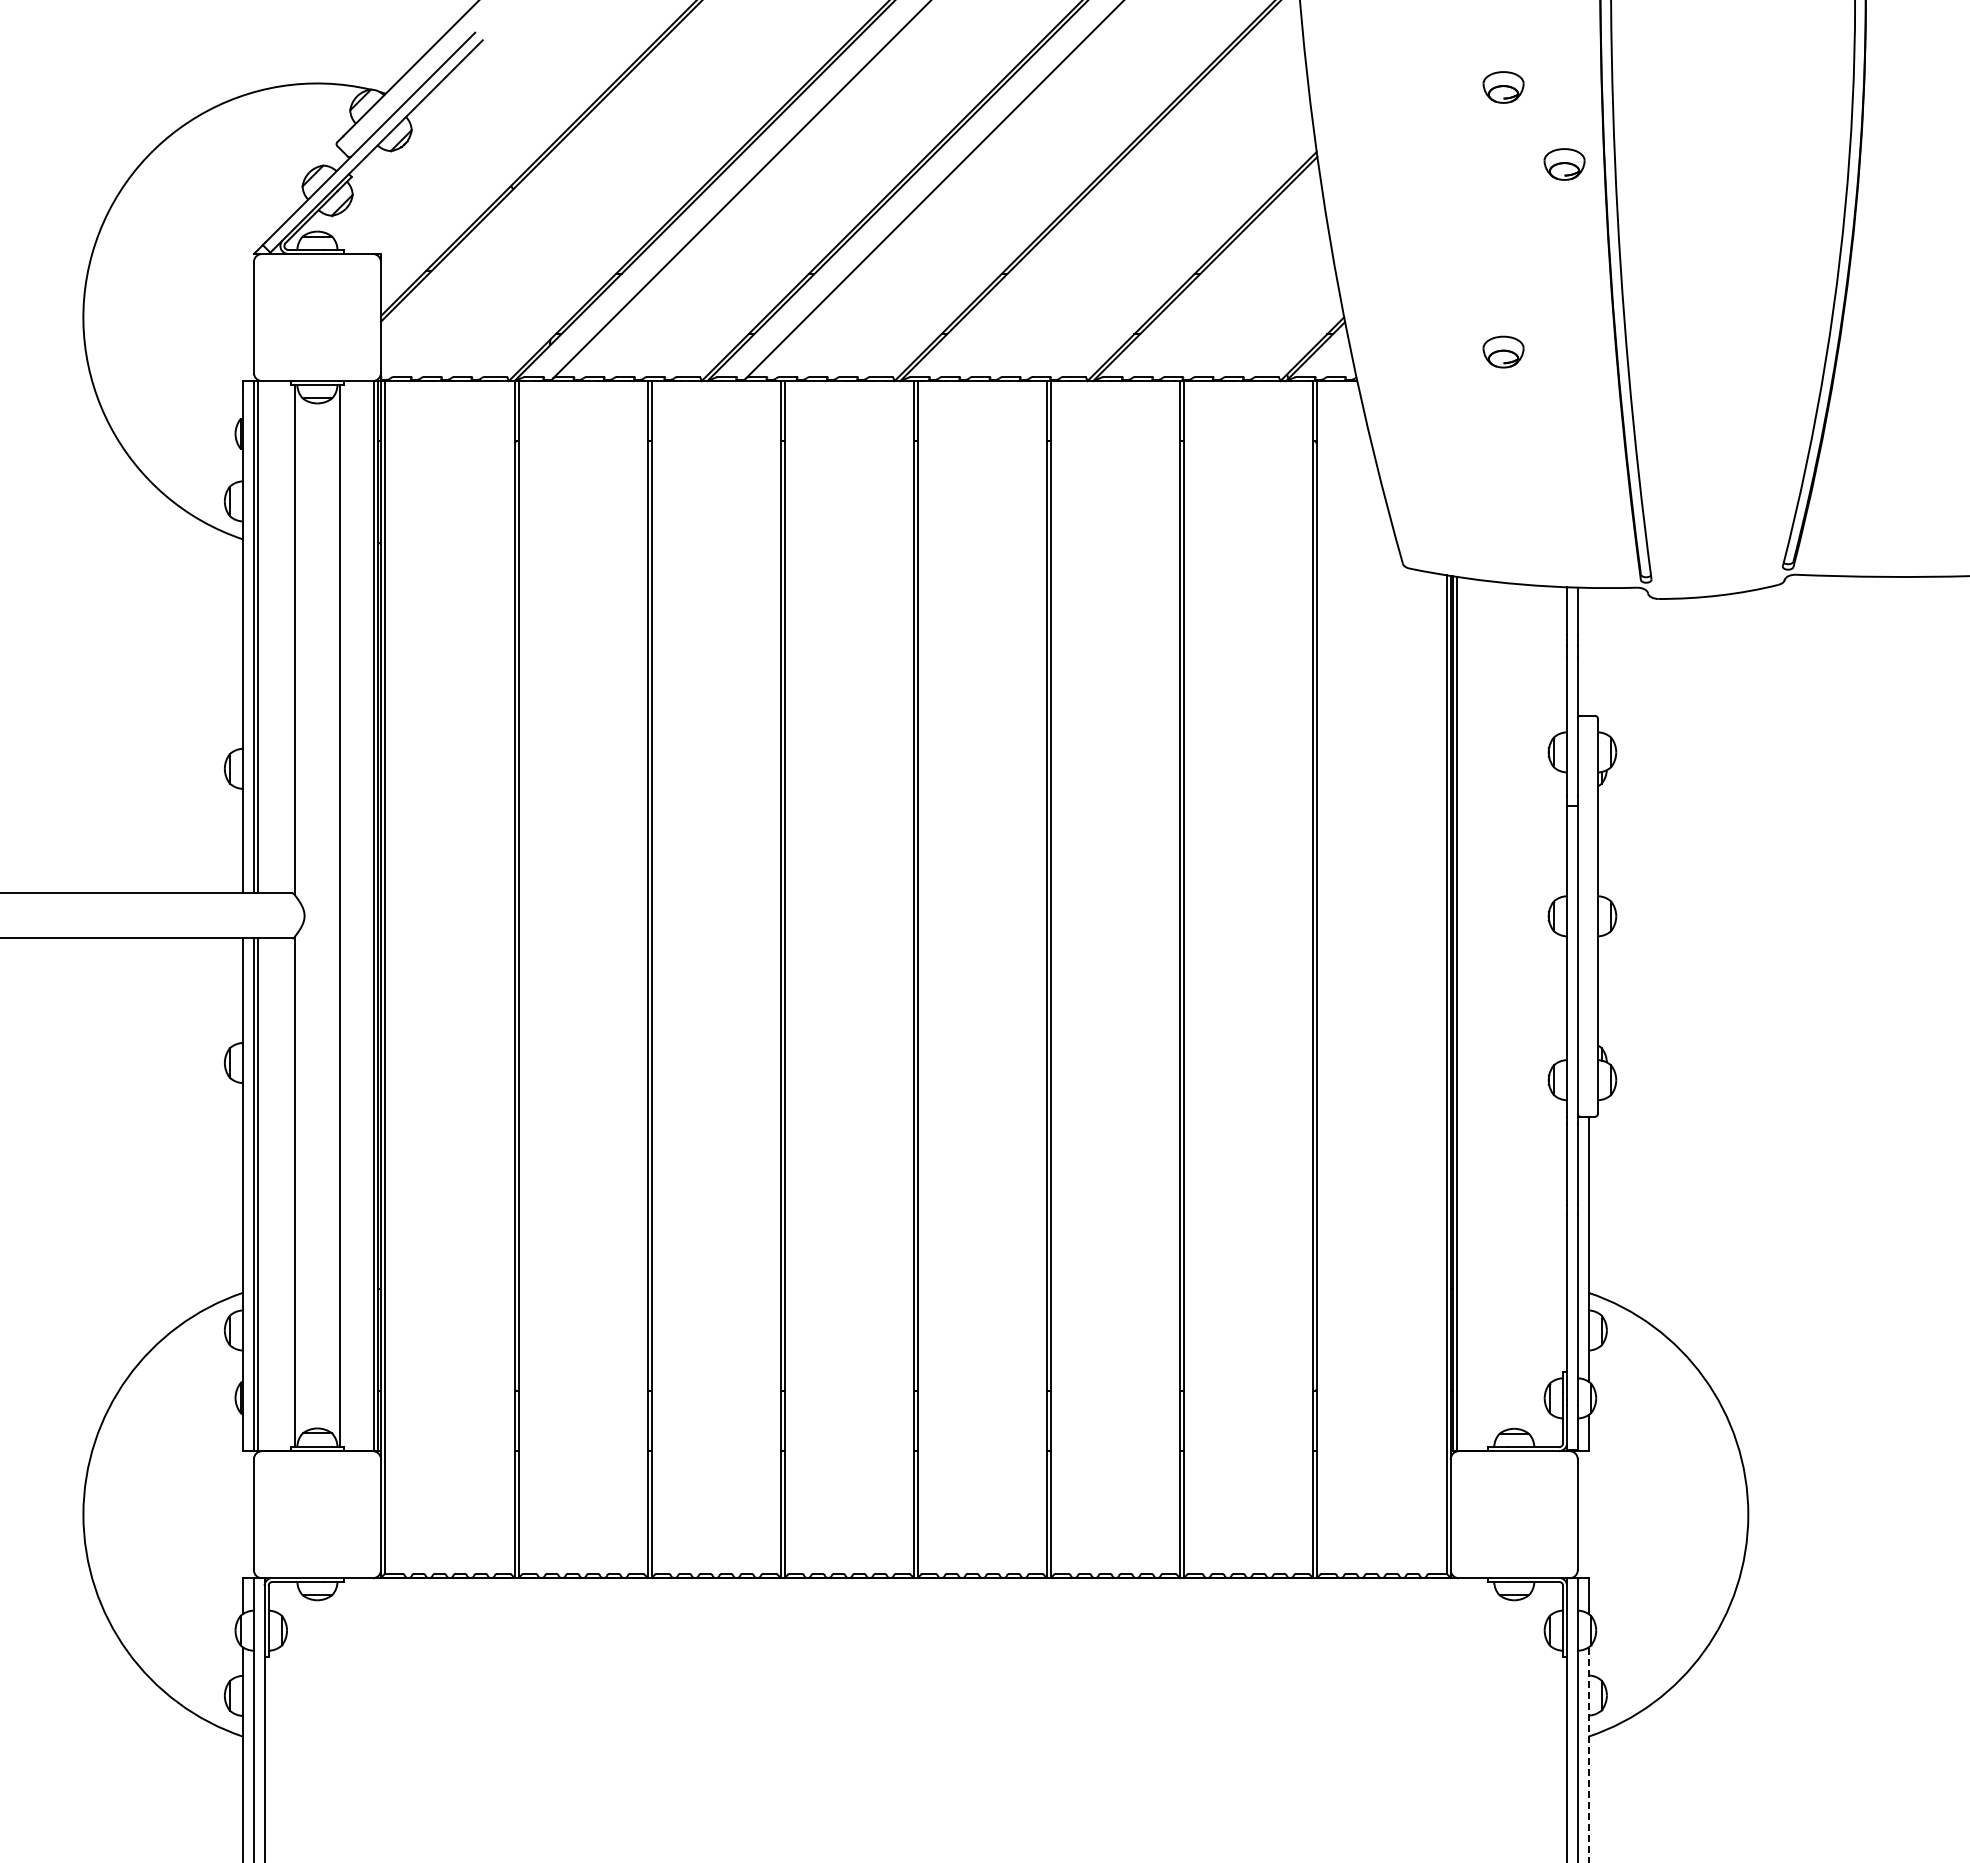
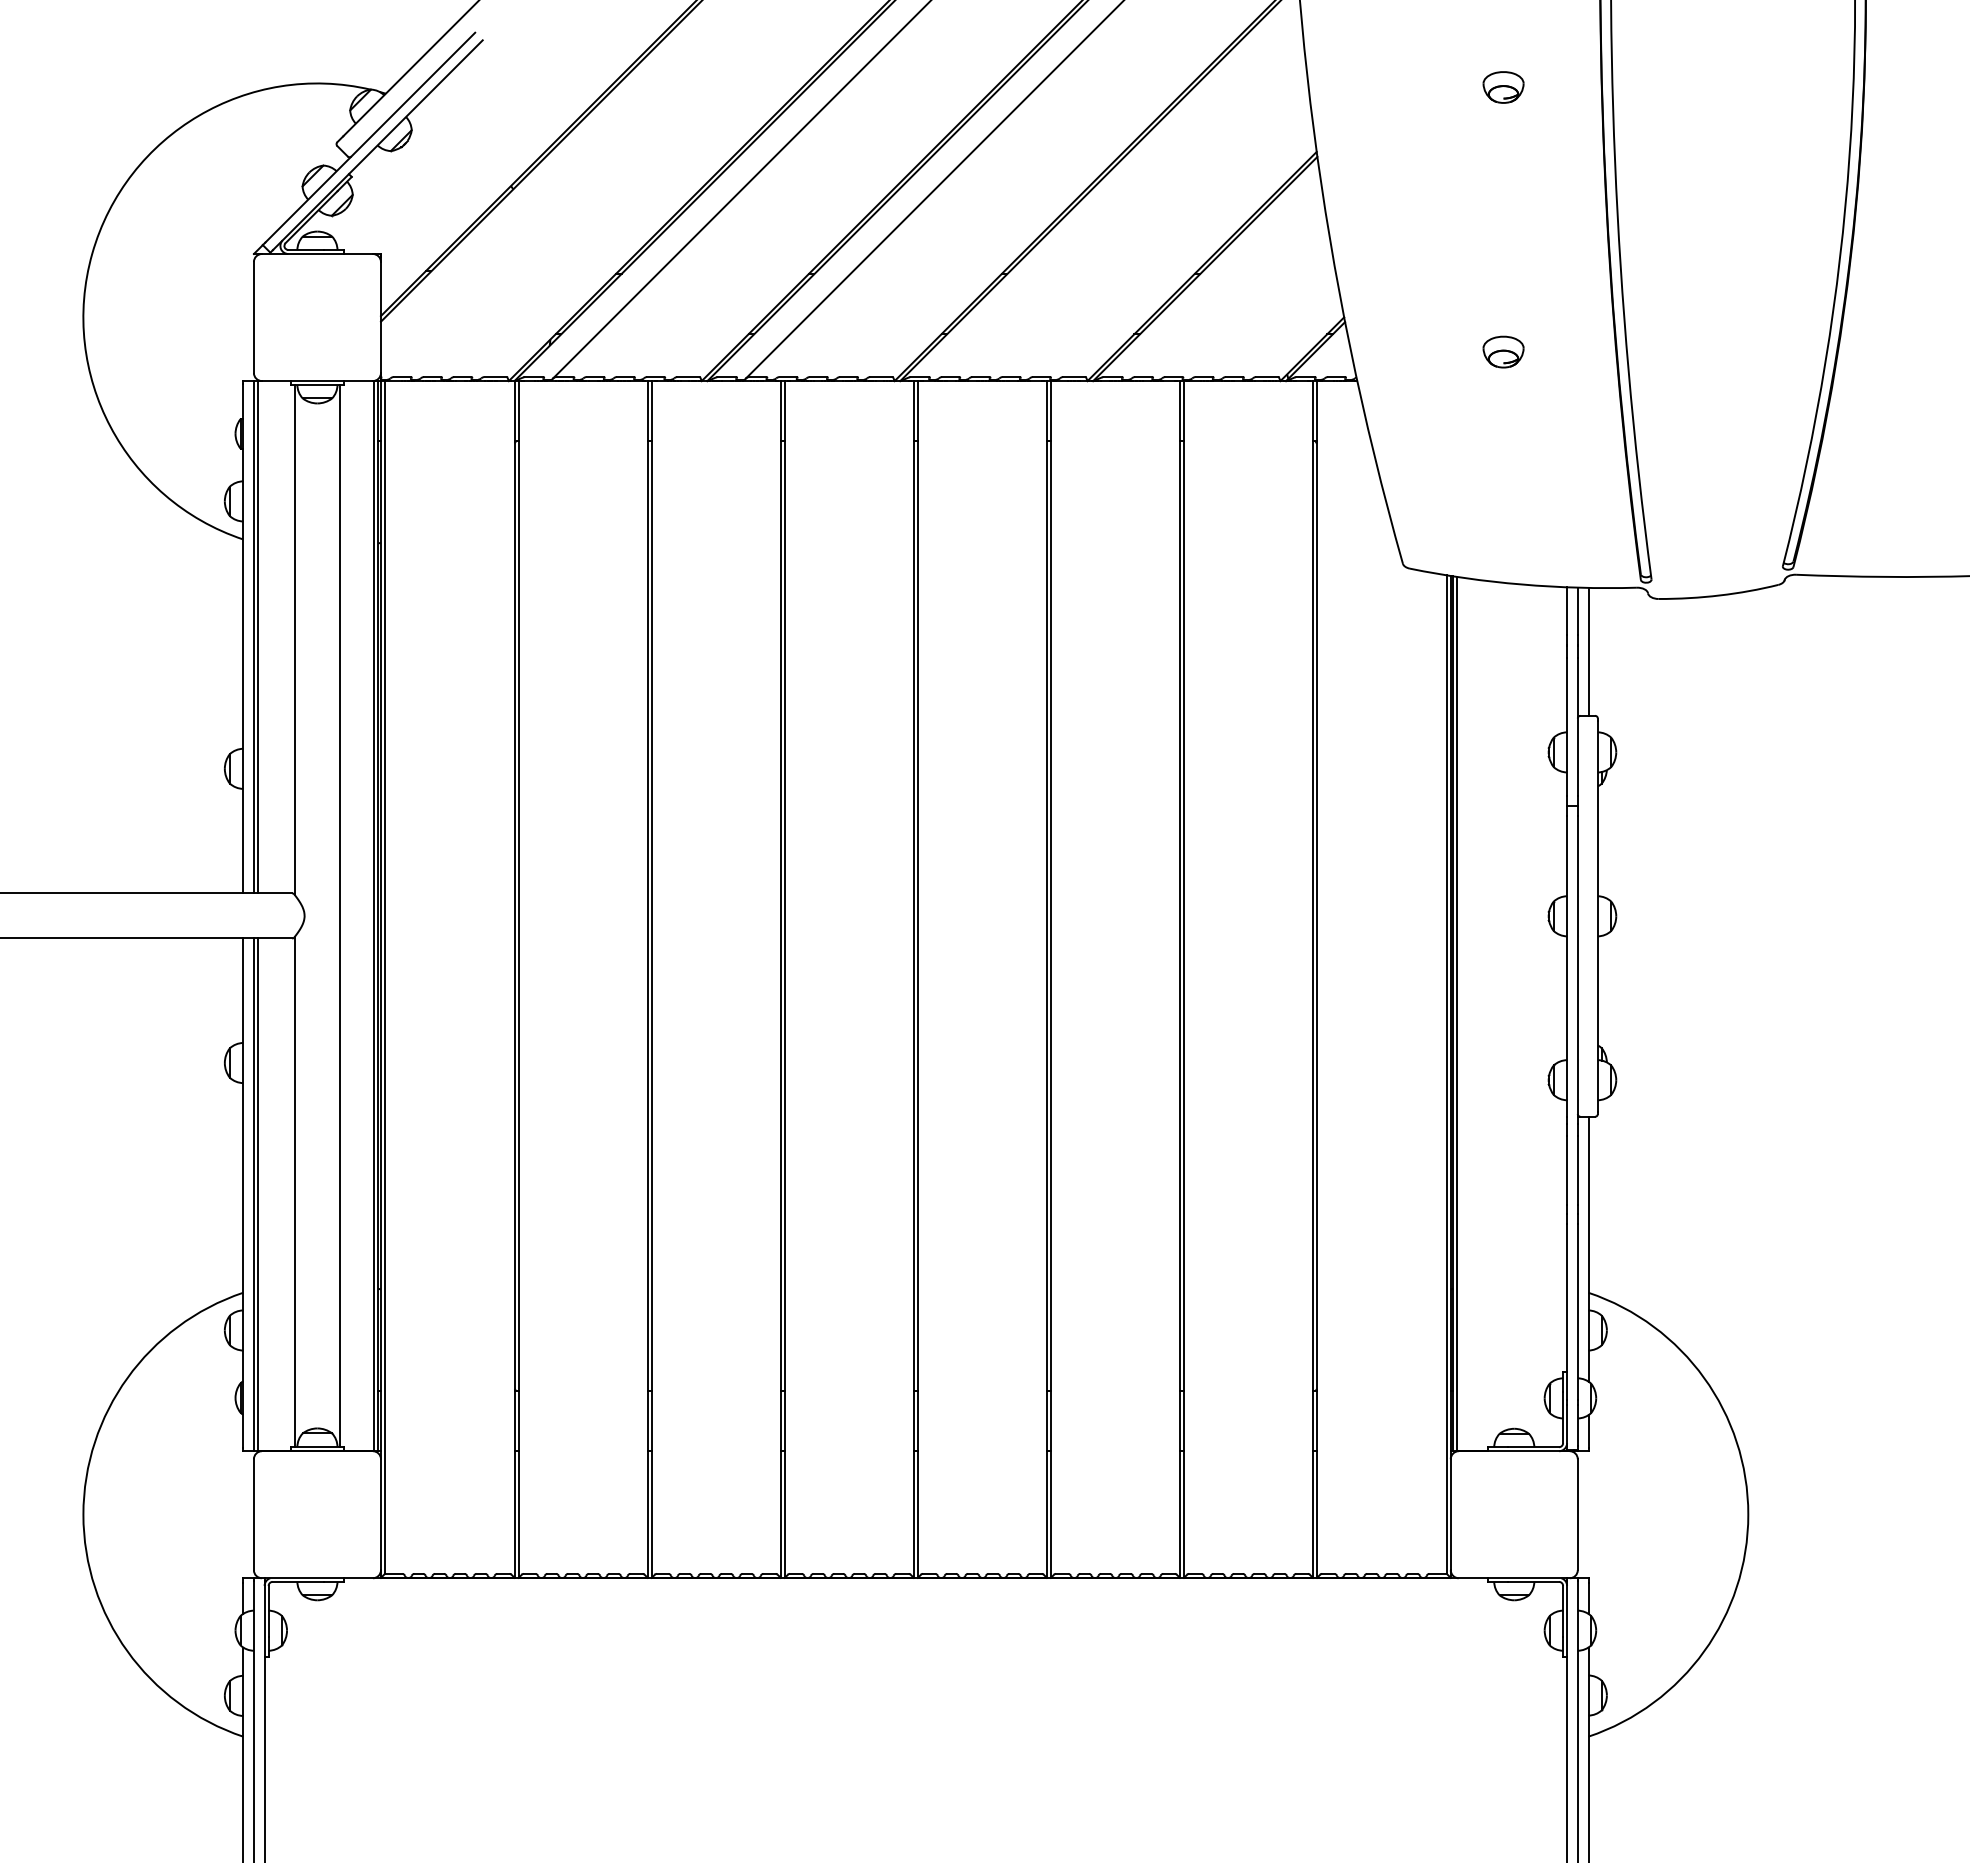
part at (1564, 164): present -> none
line at (1588, 651): none -> present
line at (1588, 1755): dashed -> solid
